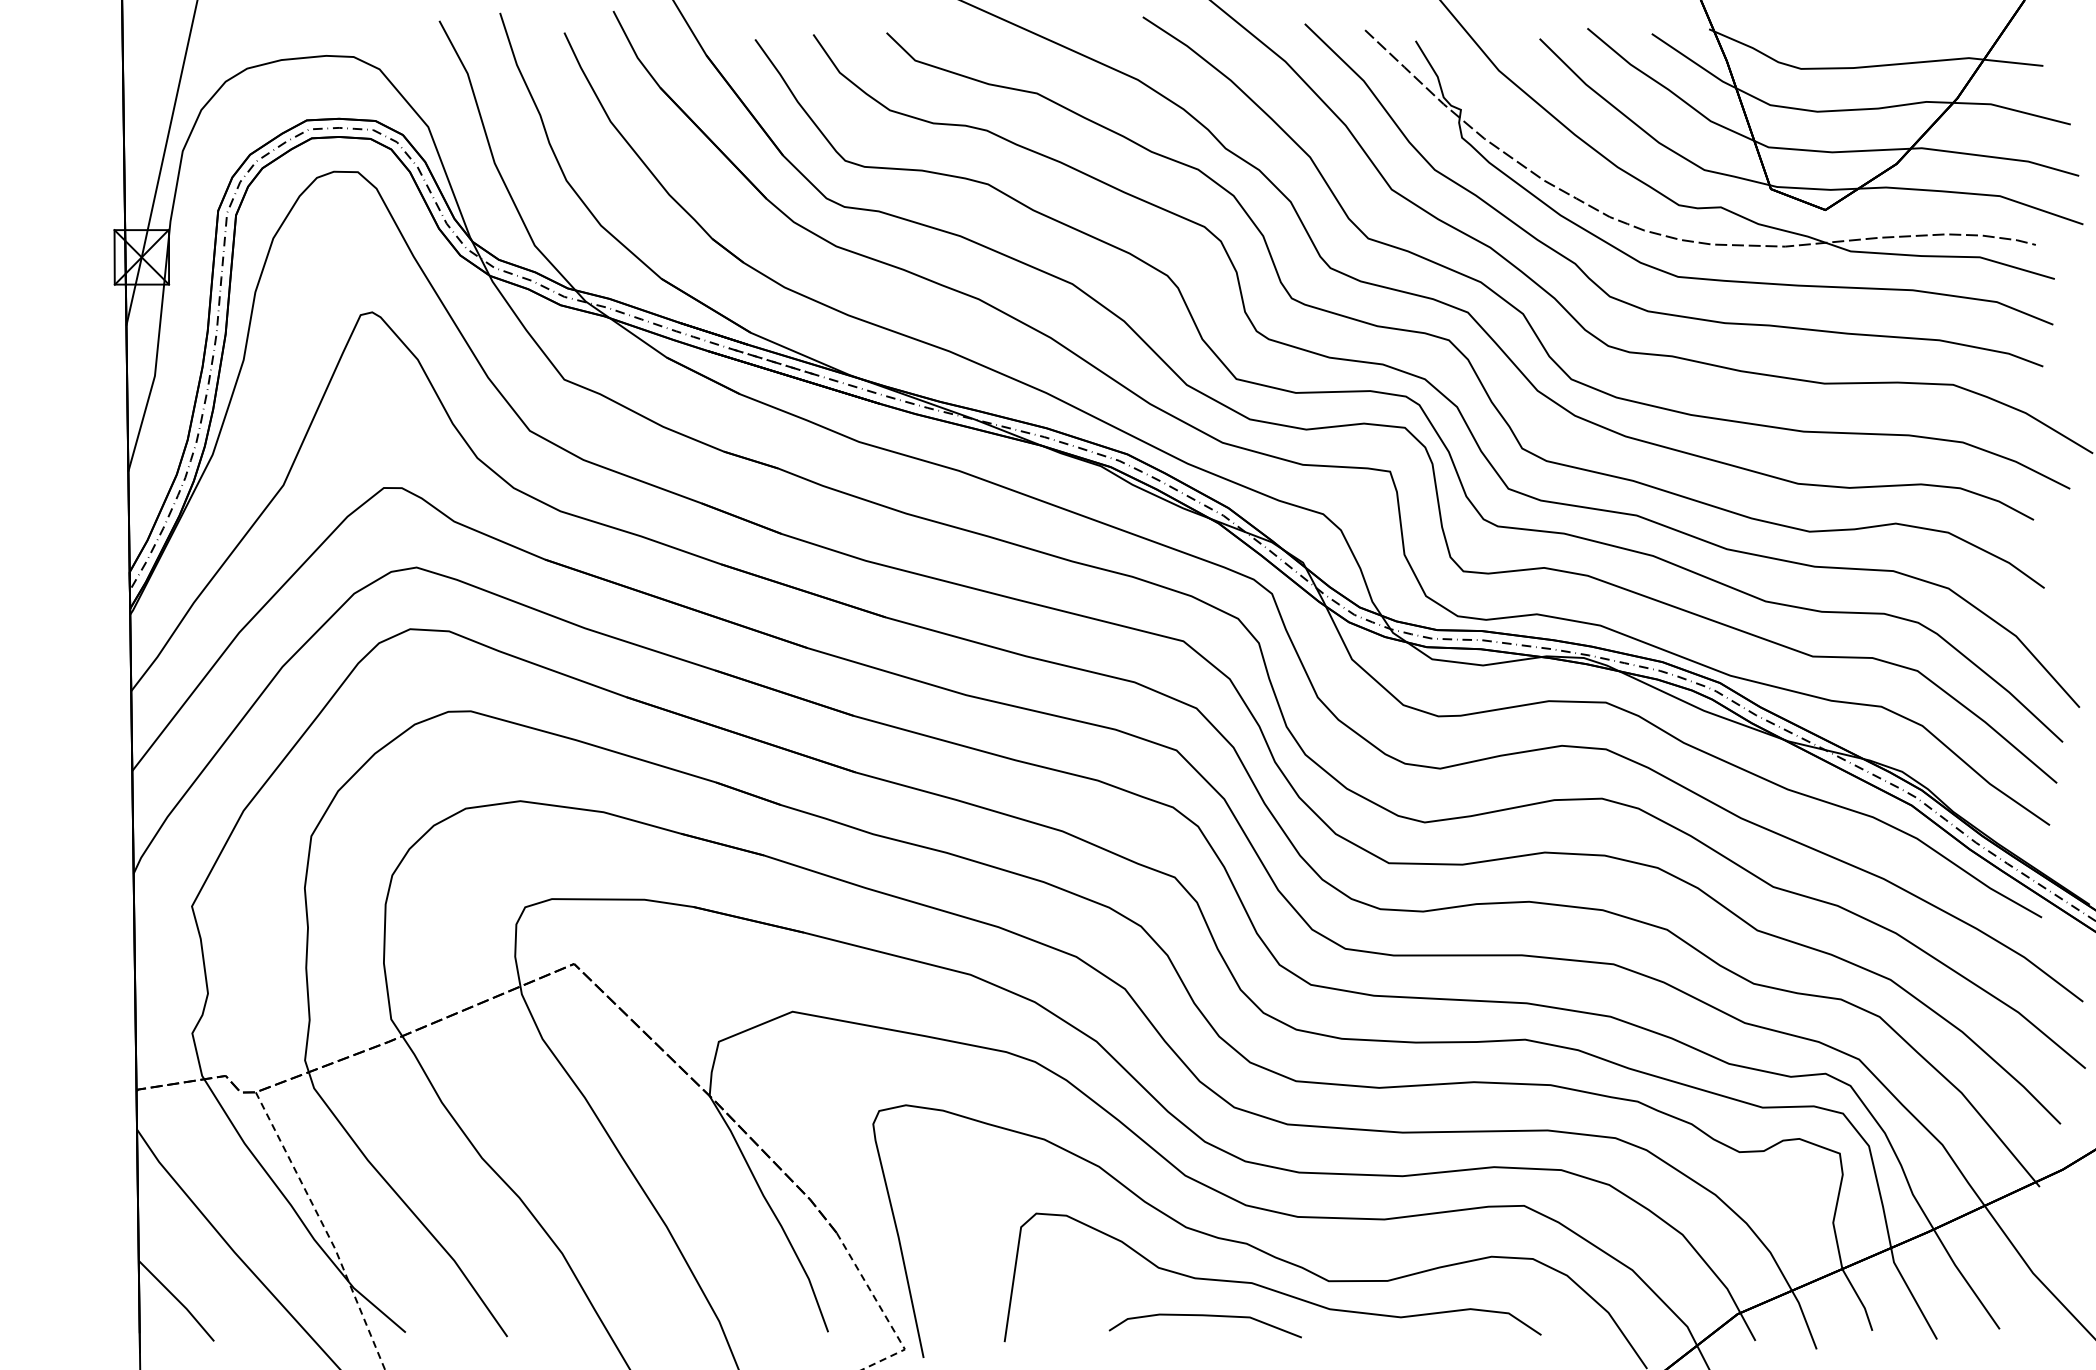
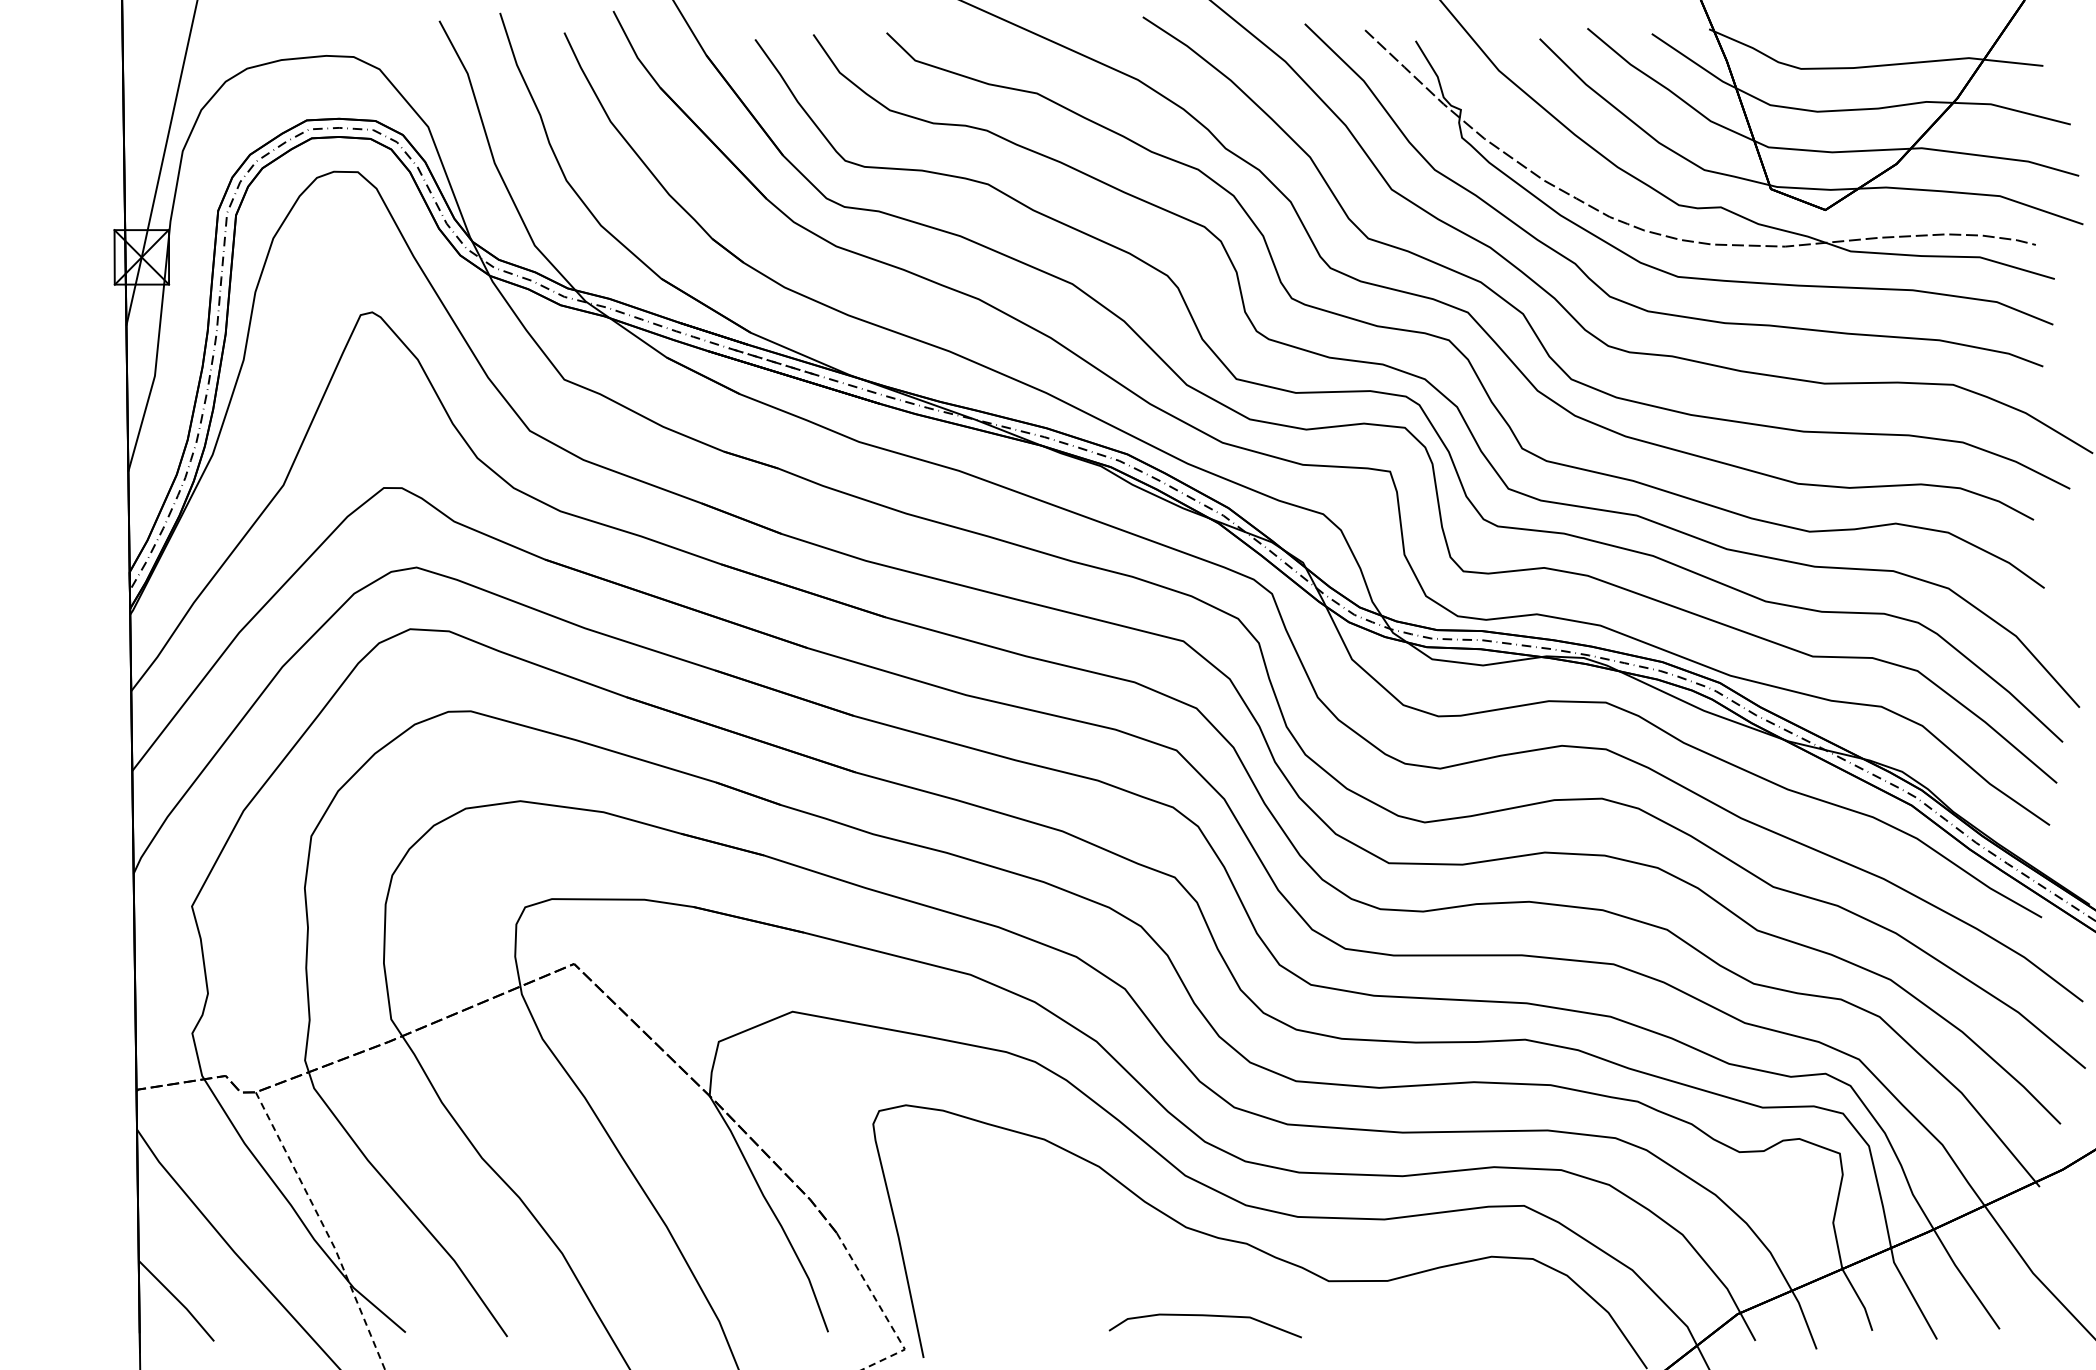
curve at (1268, 1287): present -> none
